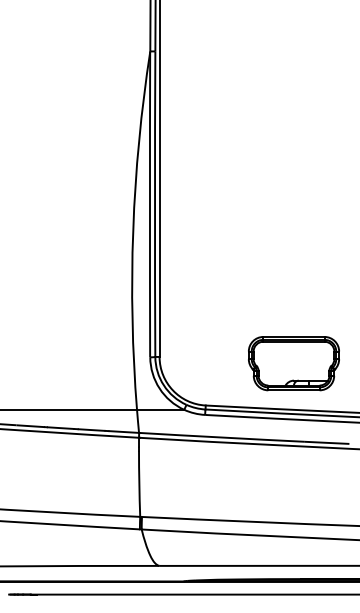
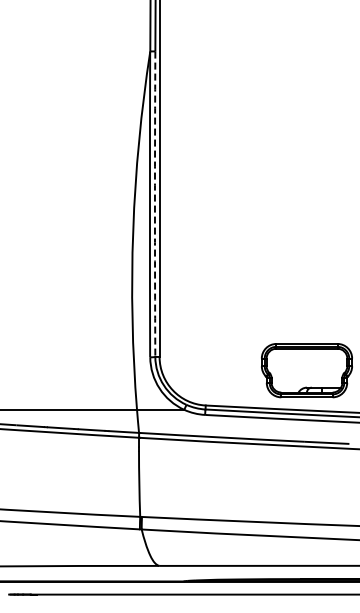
arc at (154, 204): solid -> dashed
part at (293, 363) position: (293, 363) -> (306, 370)
